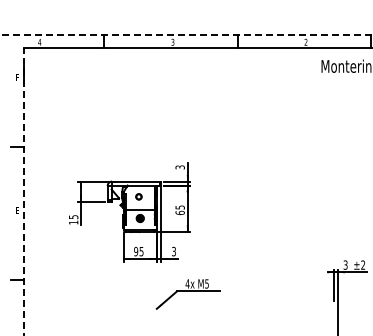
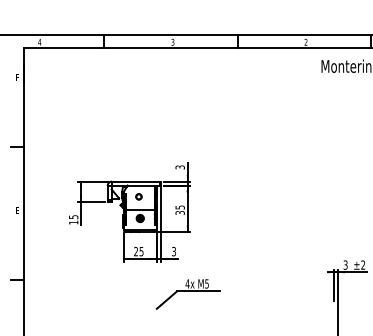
line at (186, 35): dashed -> solid
line at (24, 191): dashed -> solid
text at (179, 212): 65 -> 35
text at (136, 251): 95 -> 25
